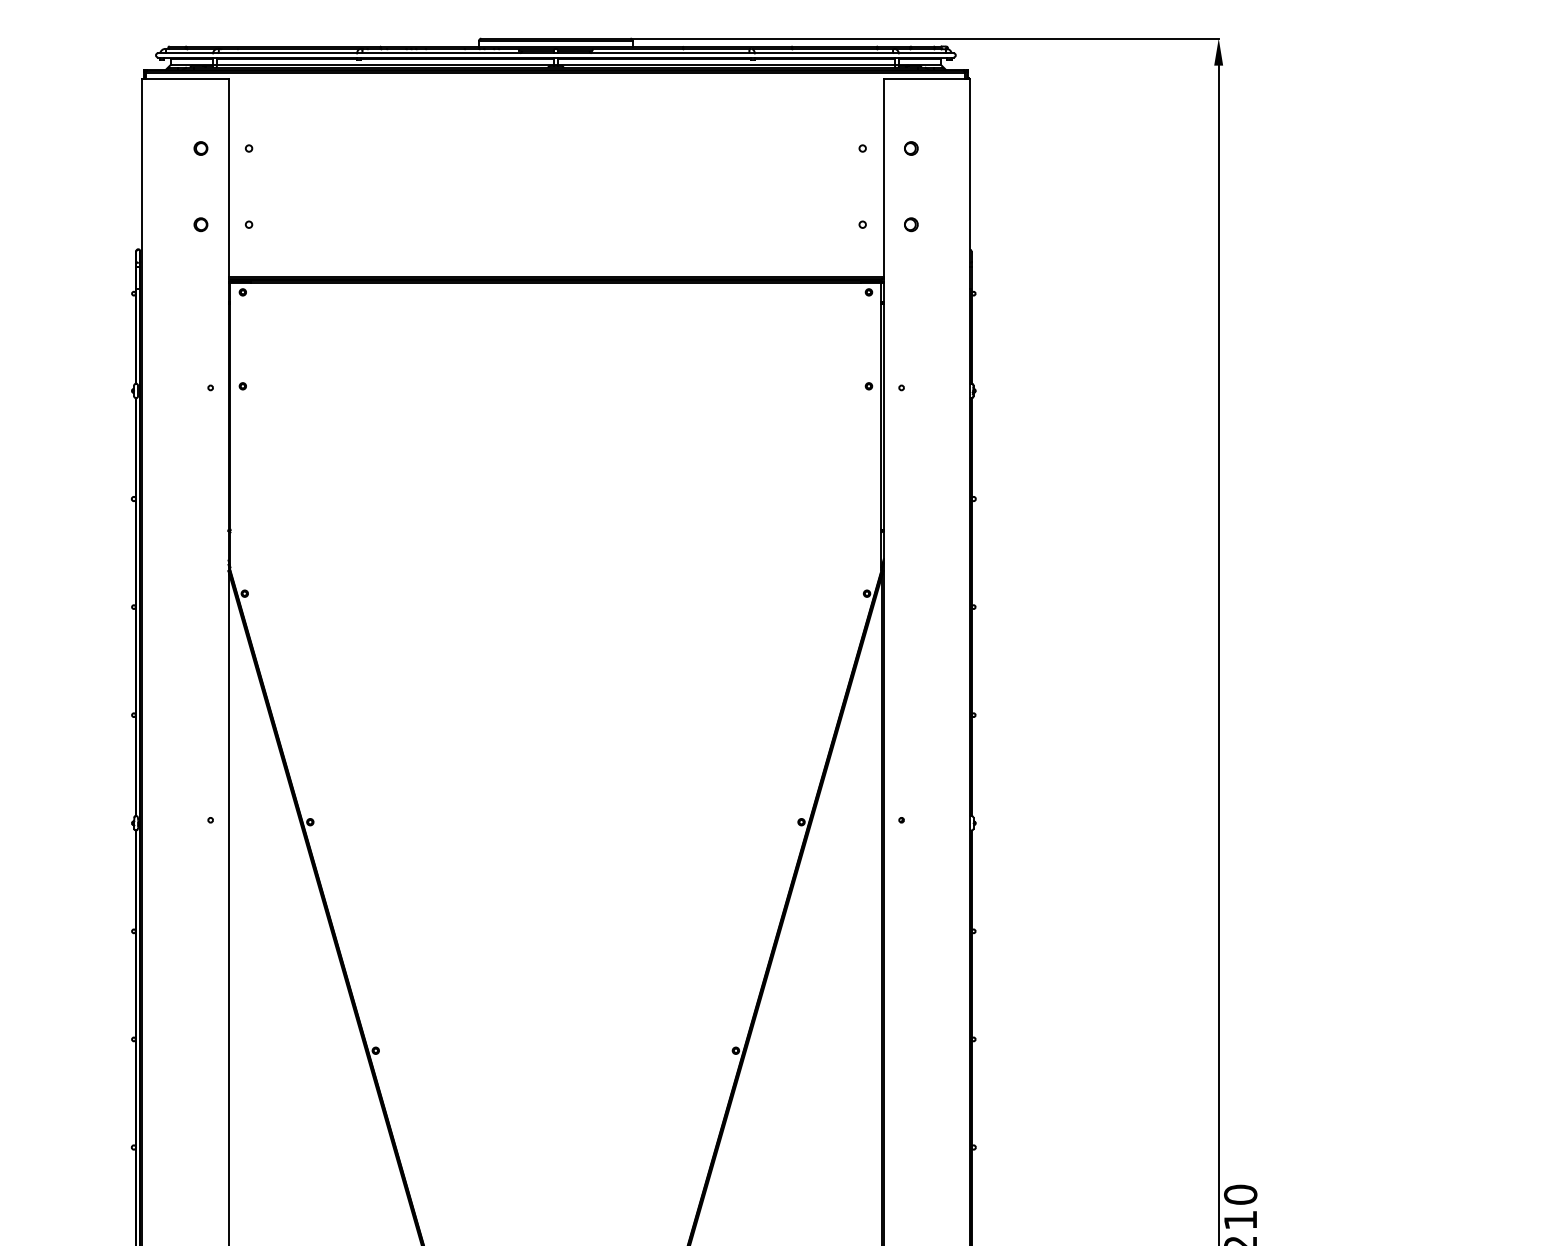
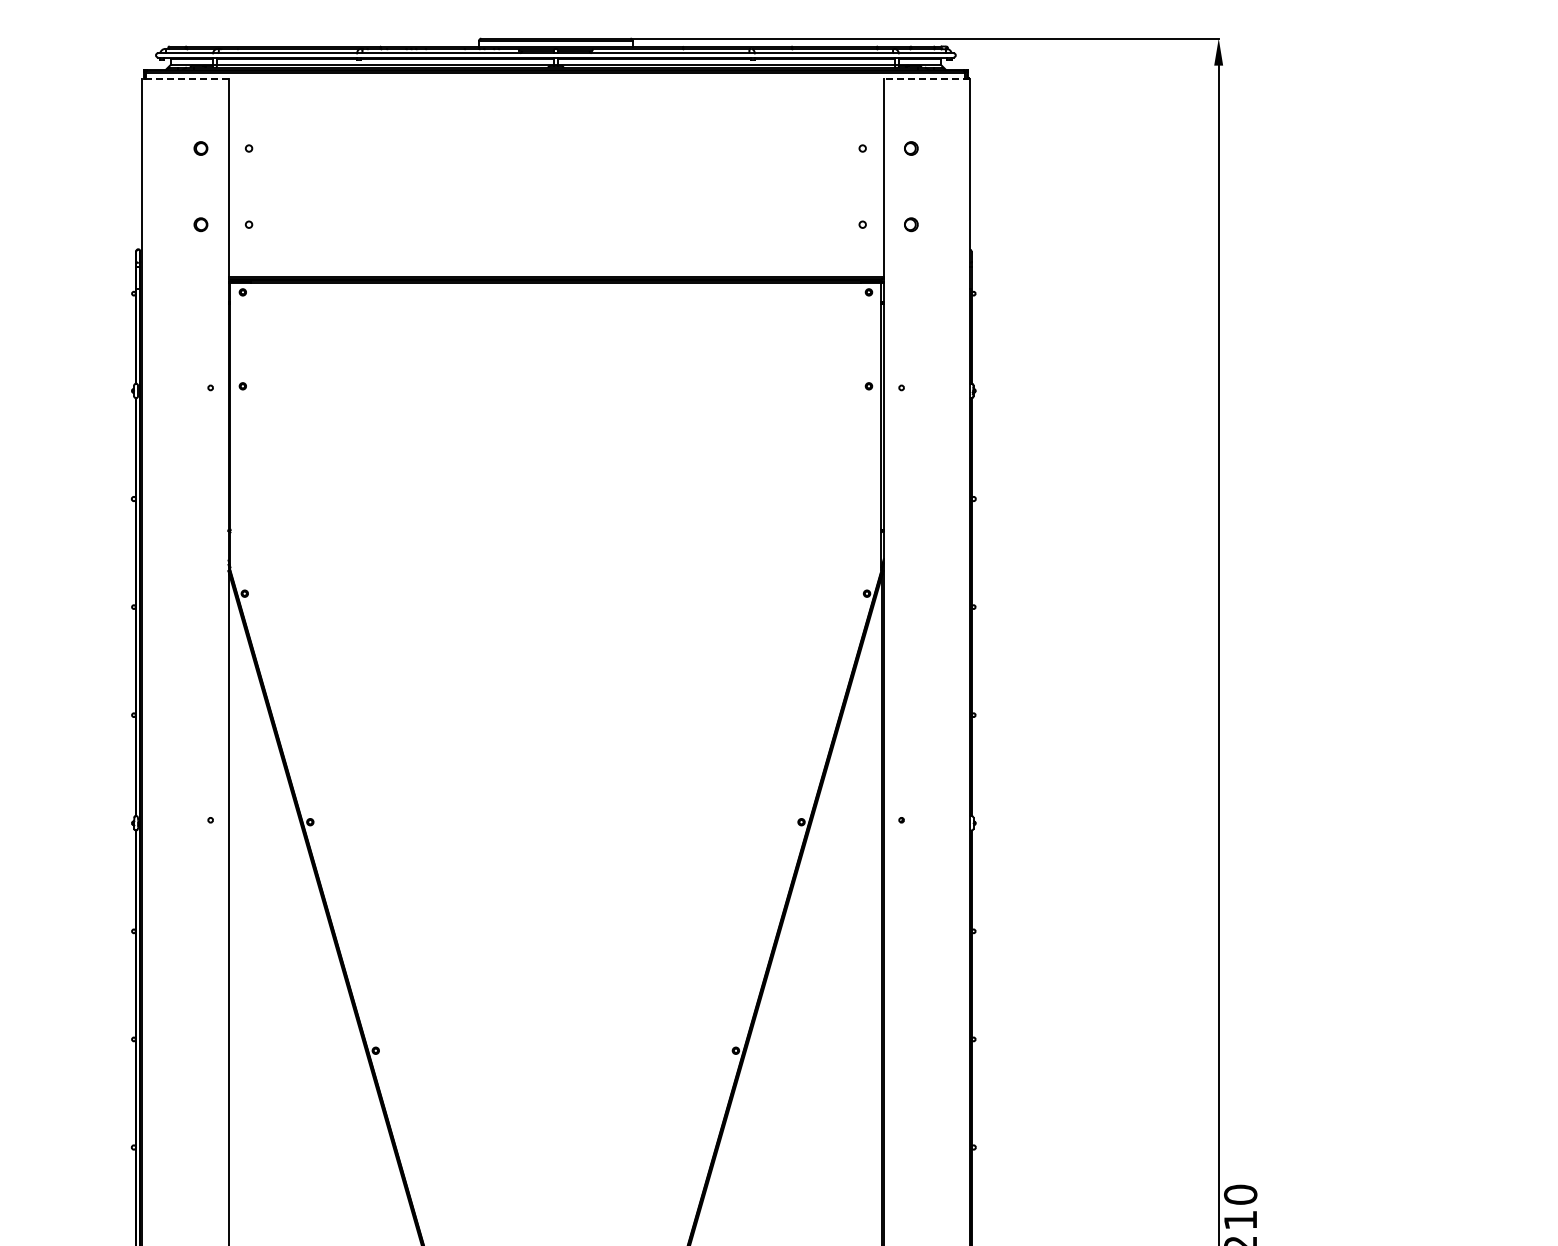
line at (184, 78): solid -> dashed
line at (926, 78): solid -> dashed
